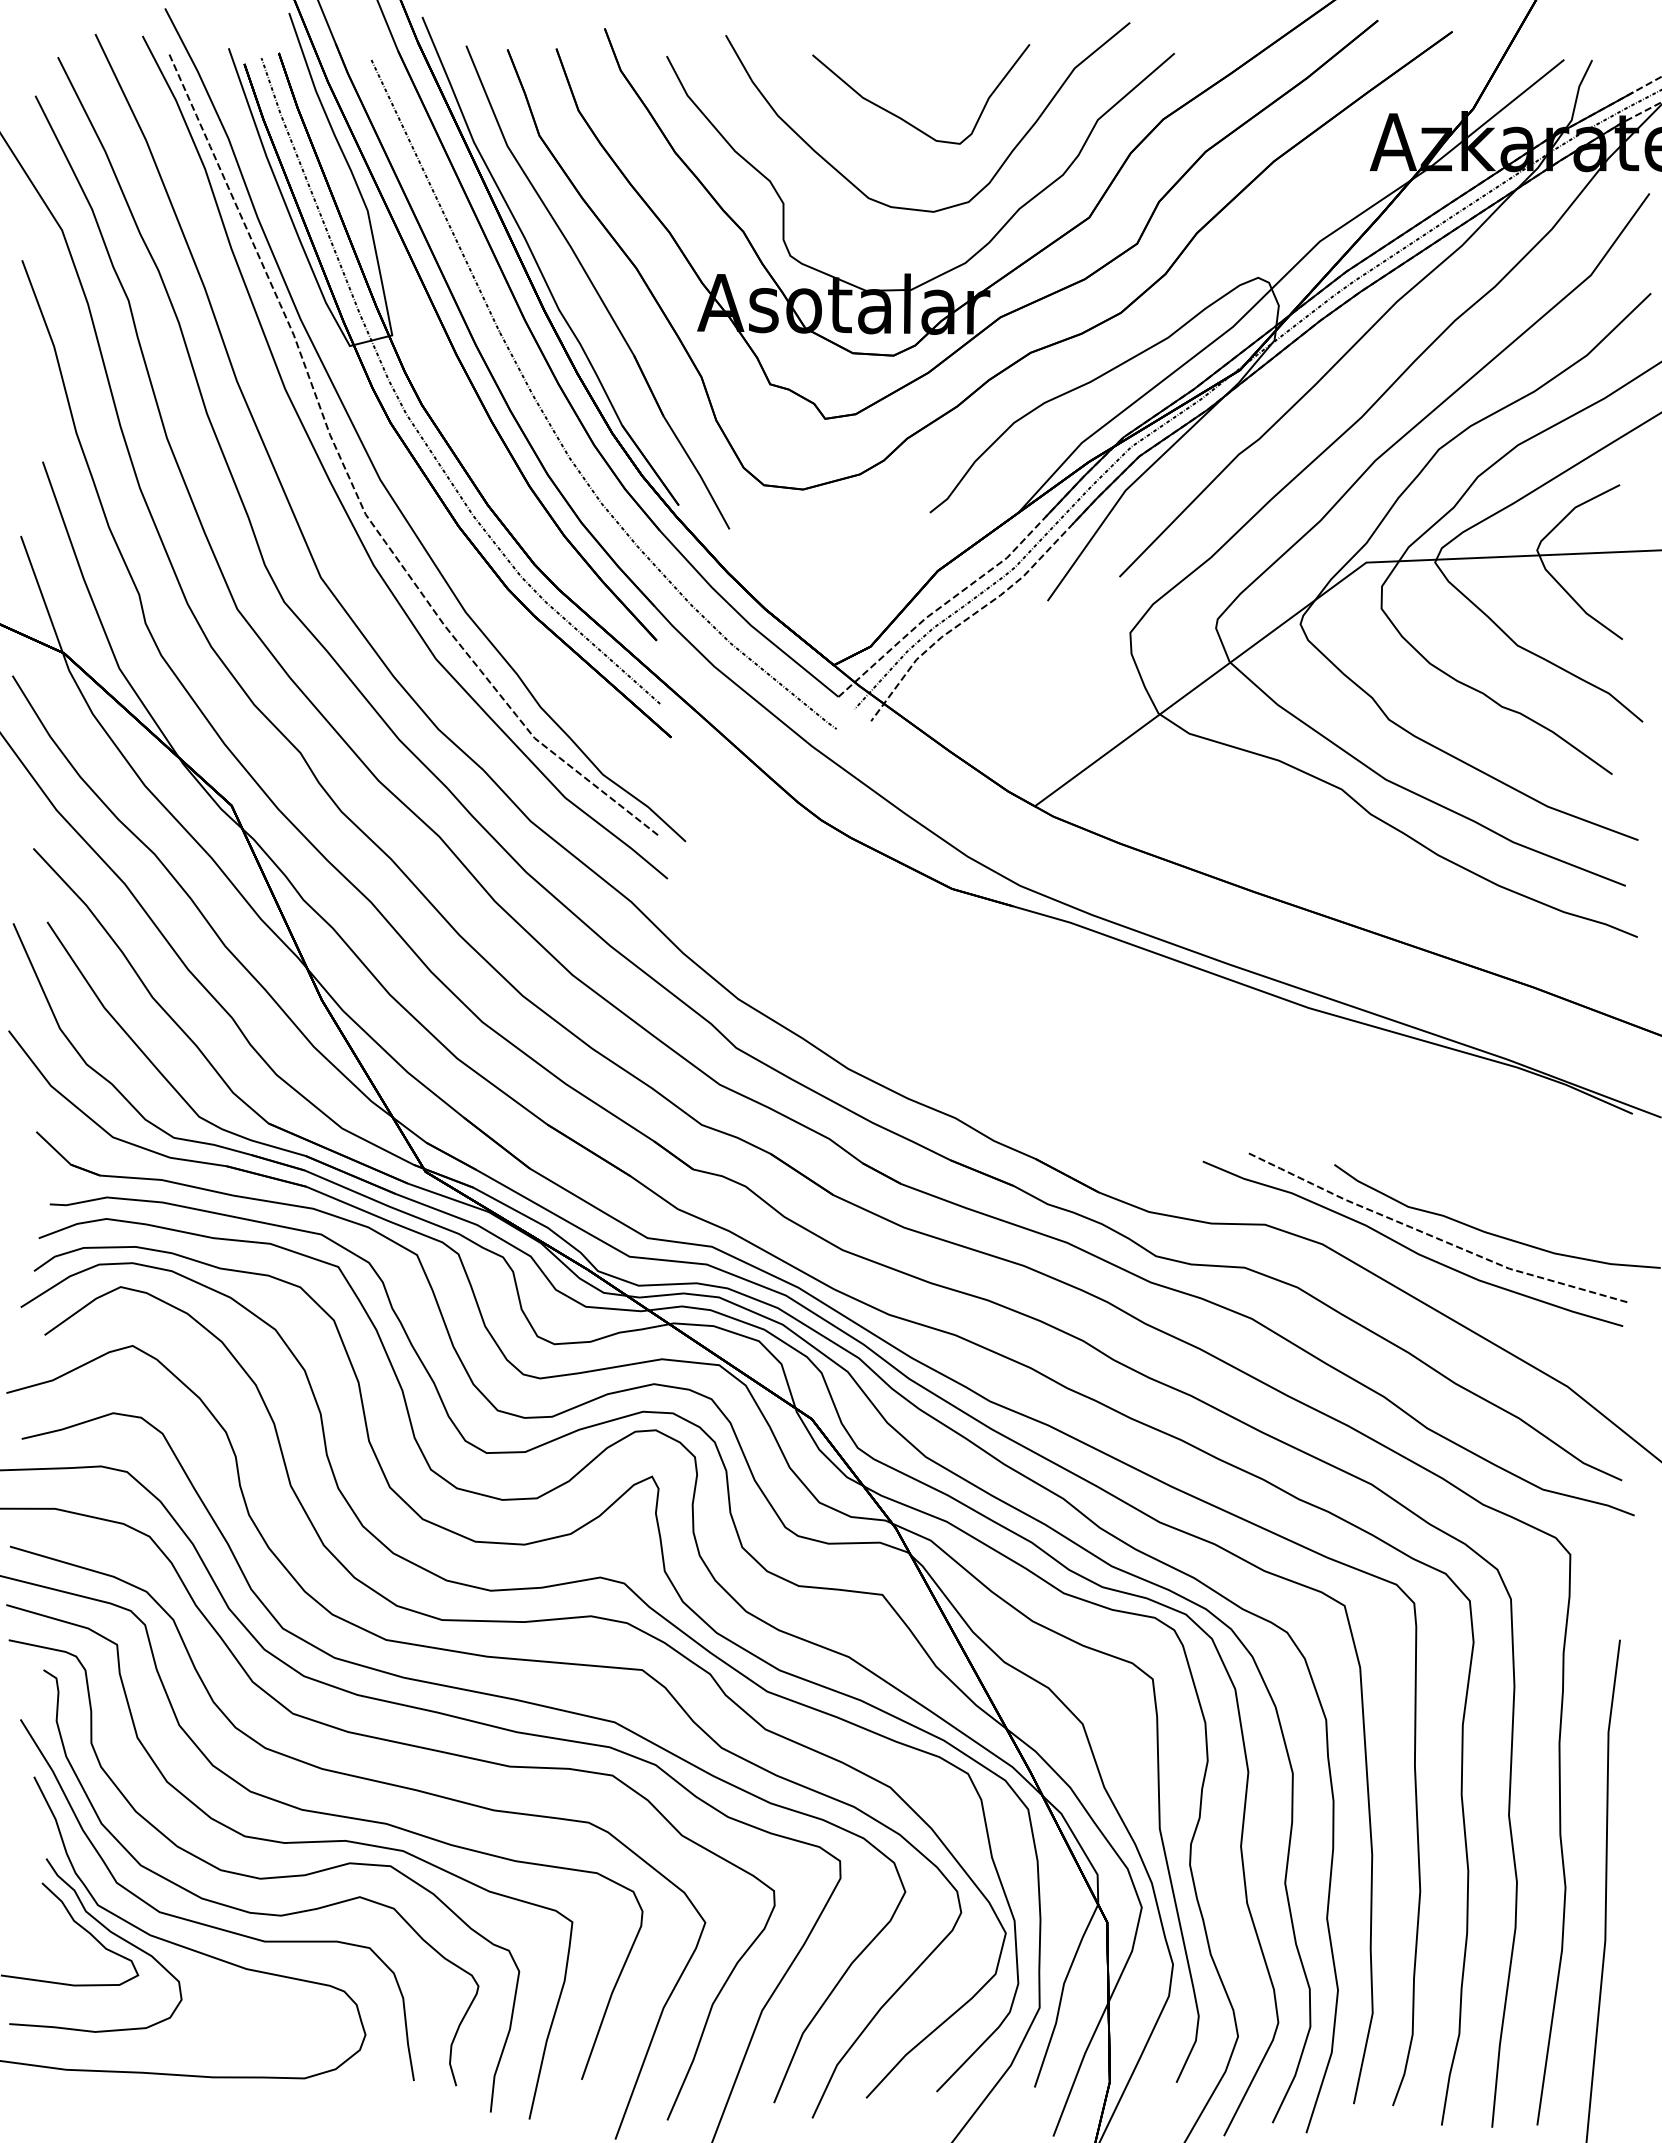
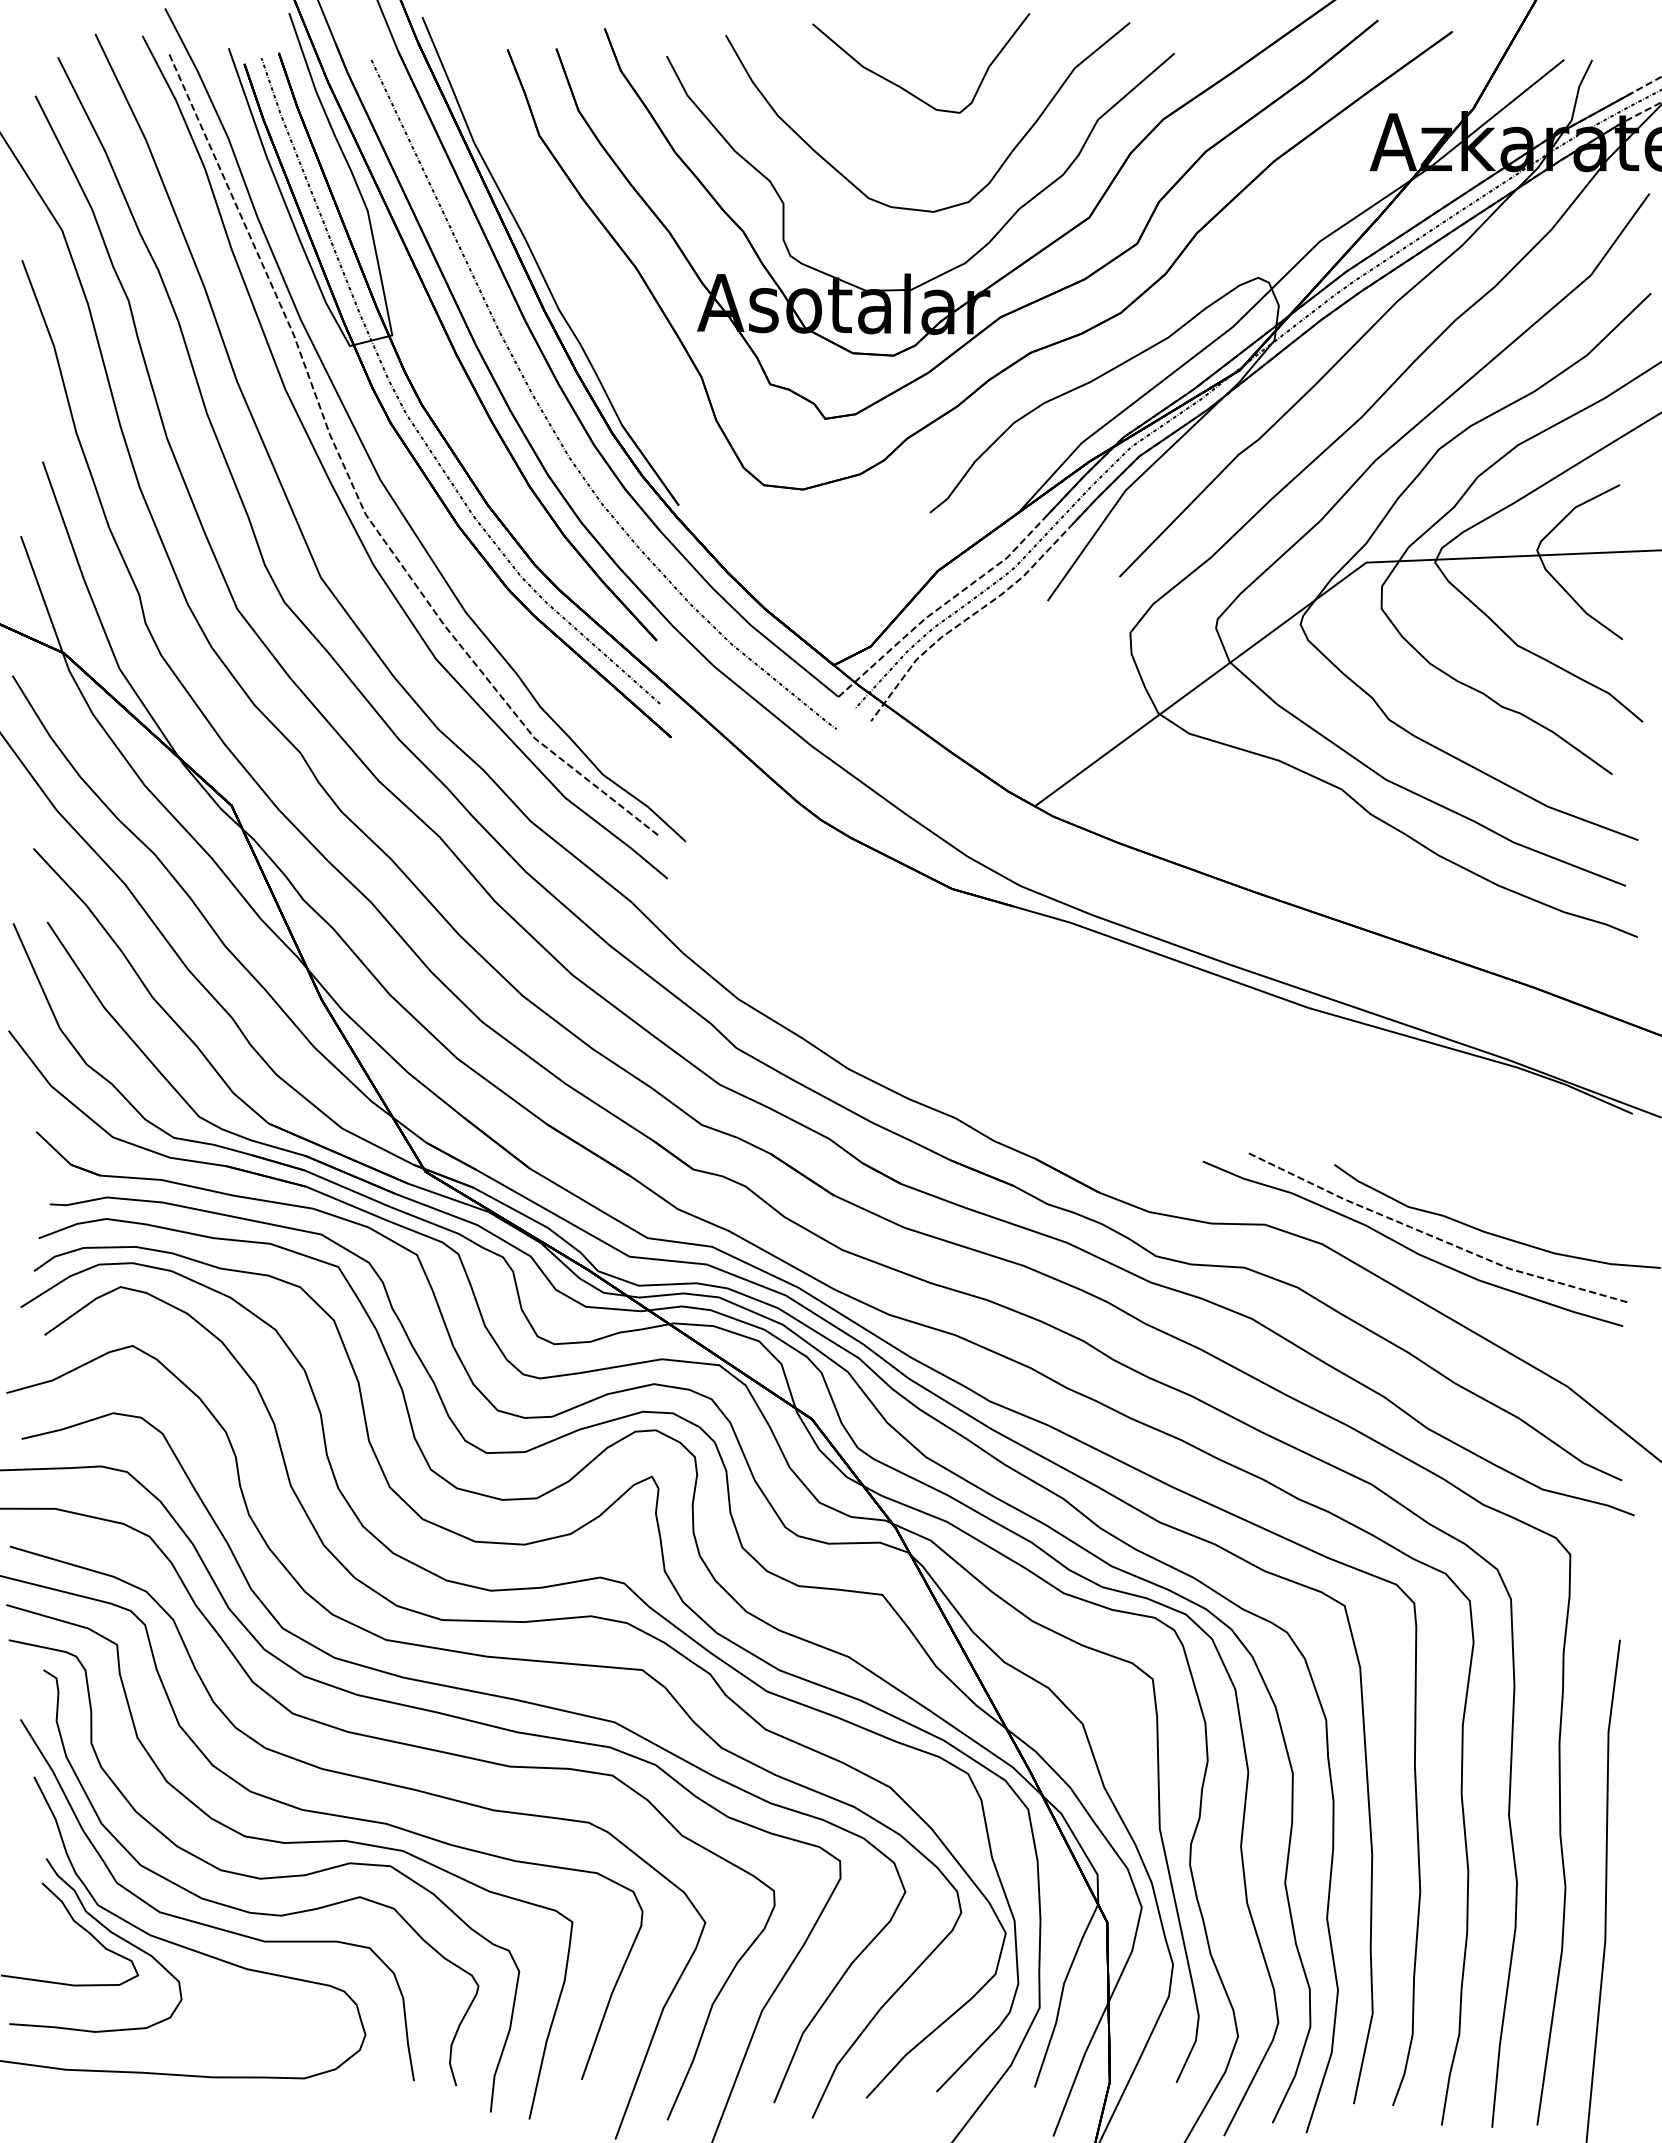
curve at (904, 119) position: (904, 119) -> (904, 88)
part at (597, 287): present -> none
